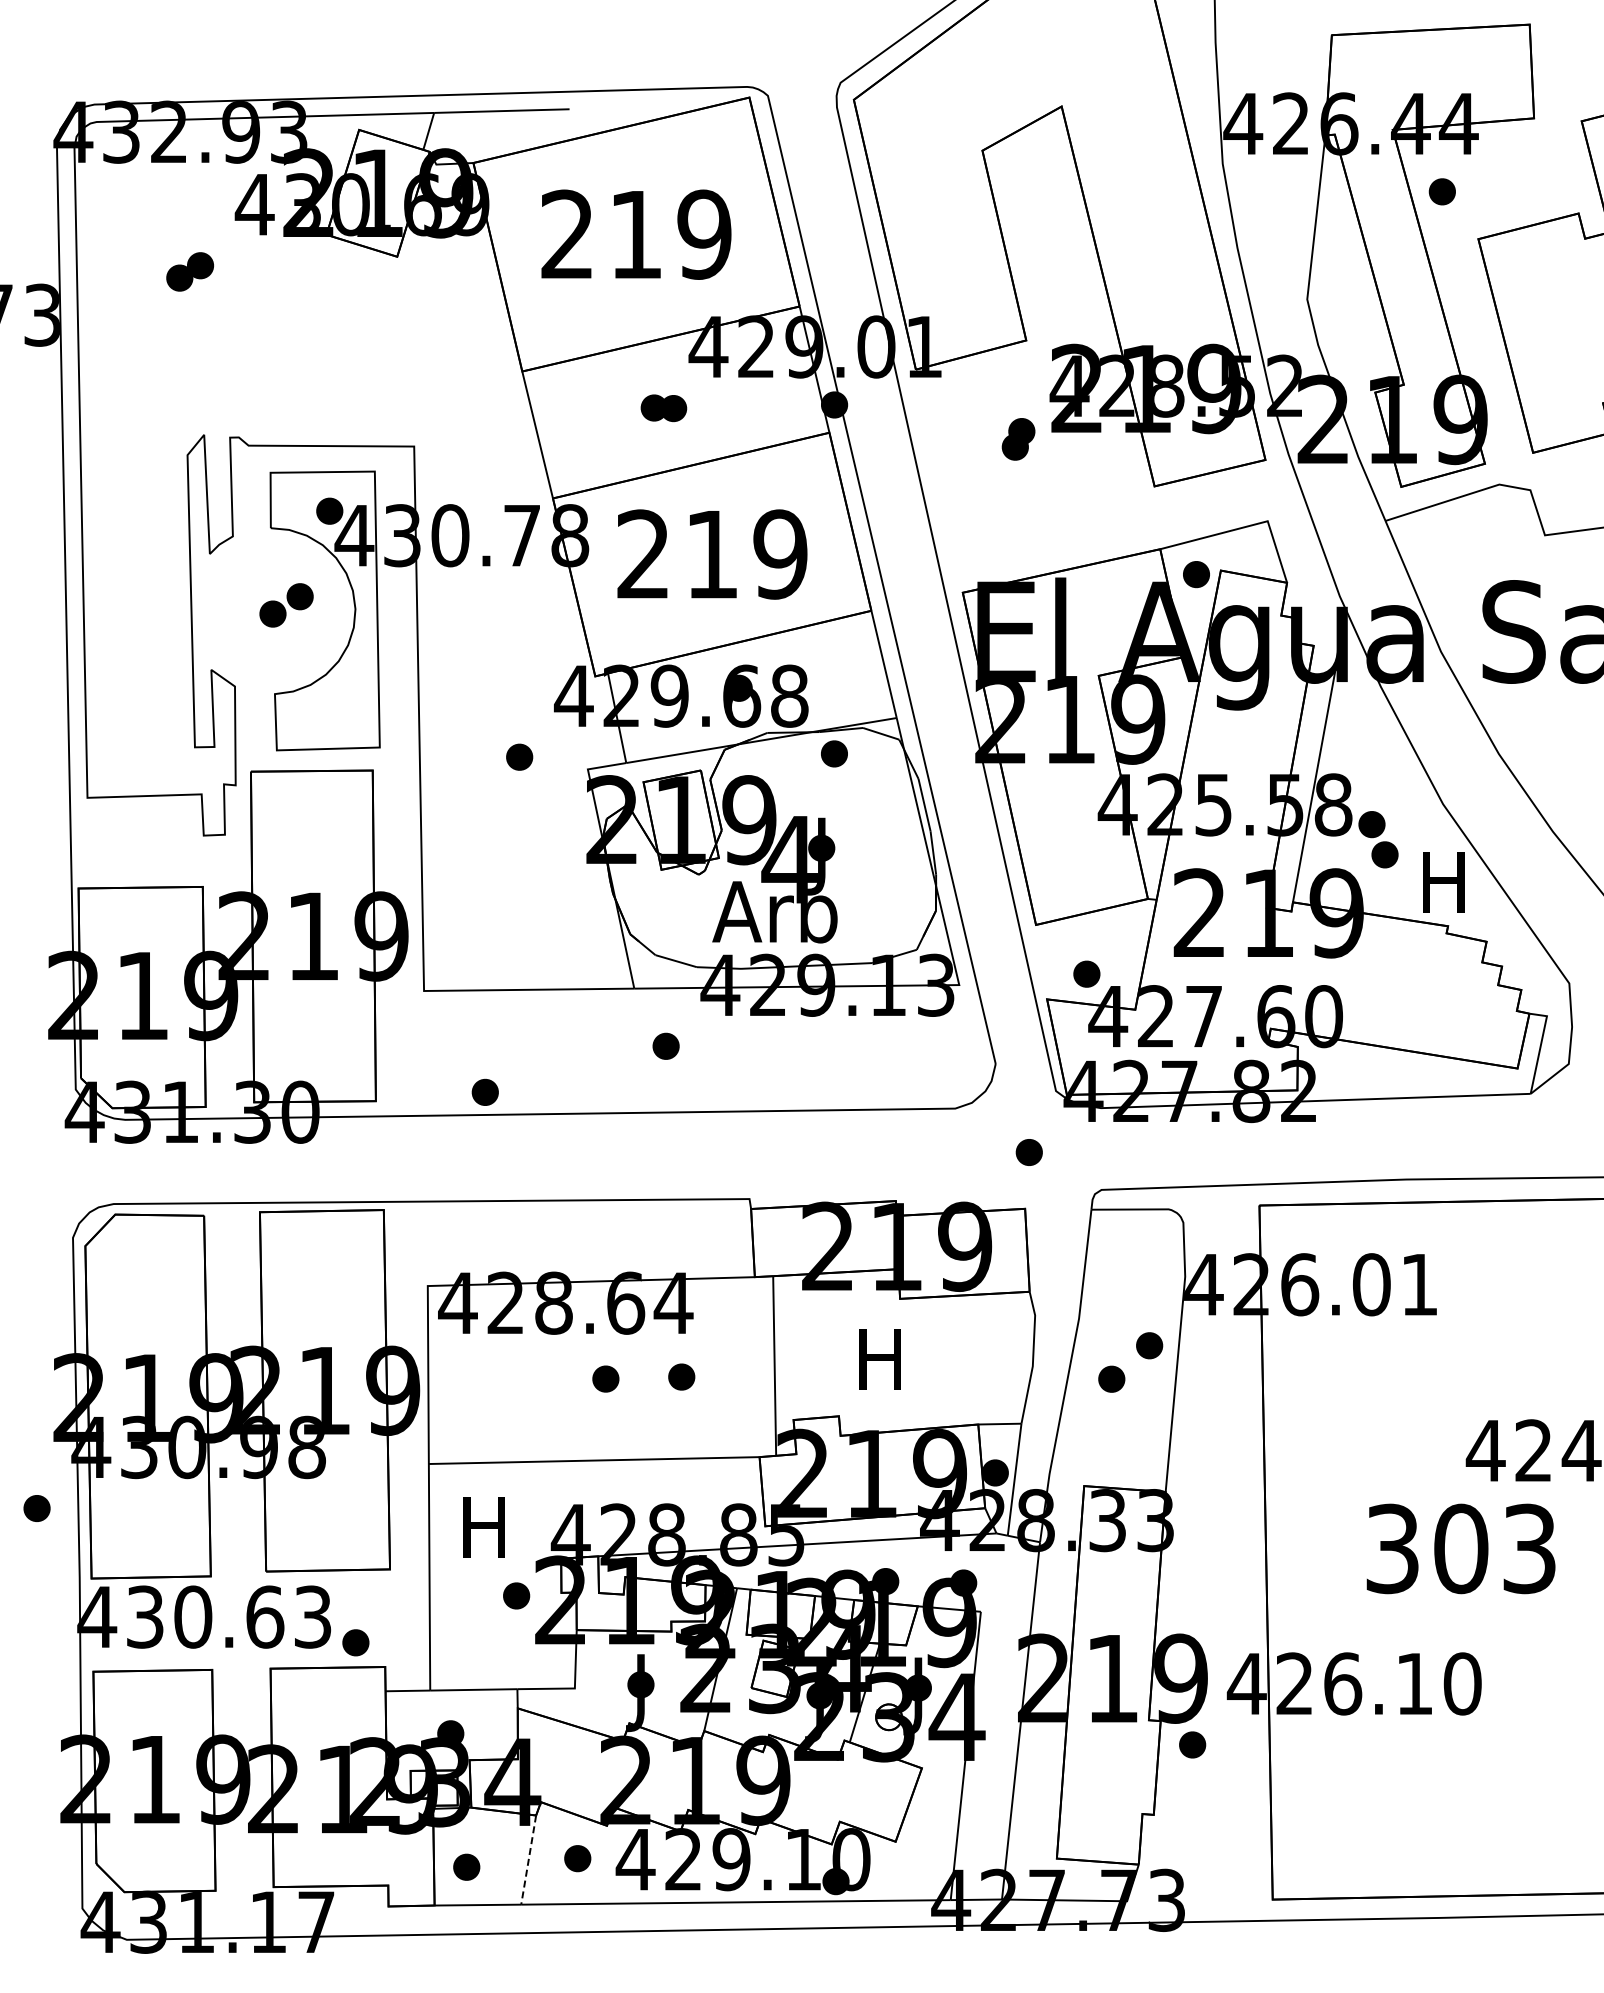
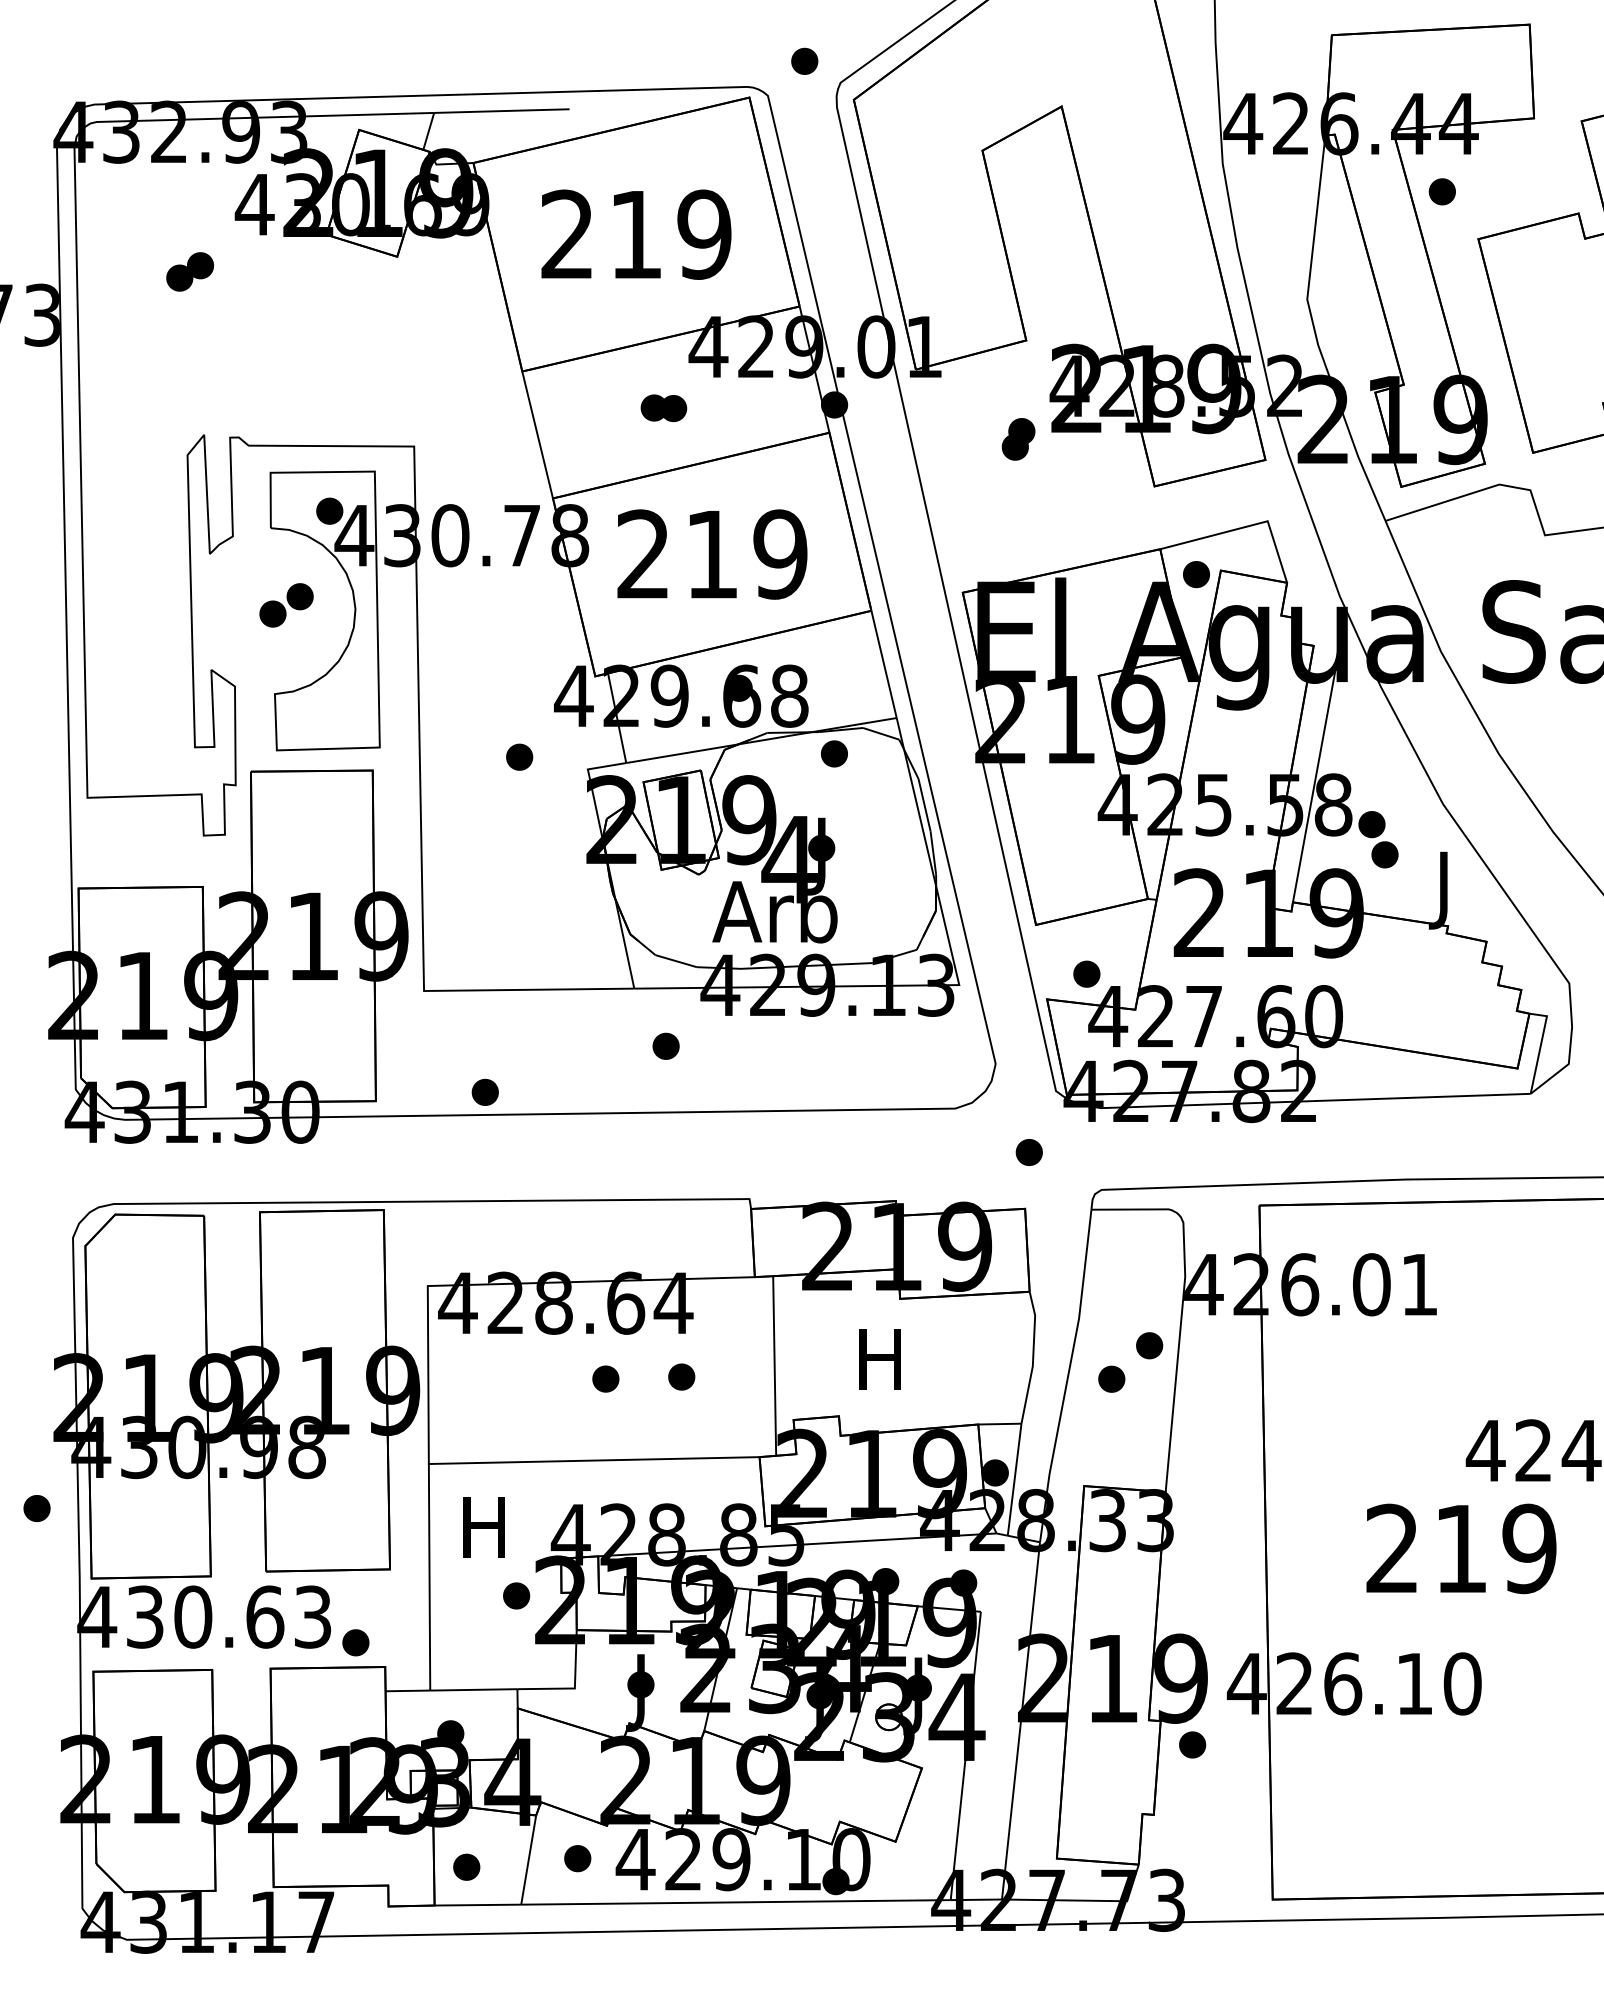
part at (804, 60): none -> present
text at (1443, 890): H -> J
text at (1461, 1548): 303 -> 219
line at (528, 1860): dashed -> solid
